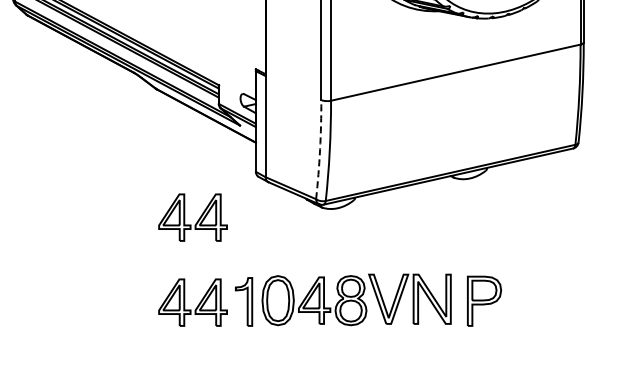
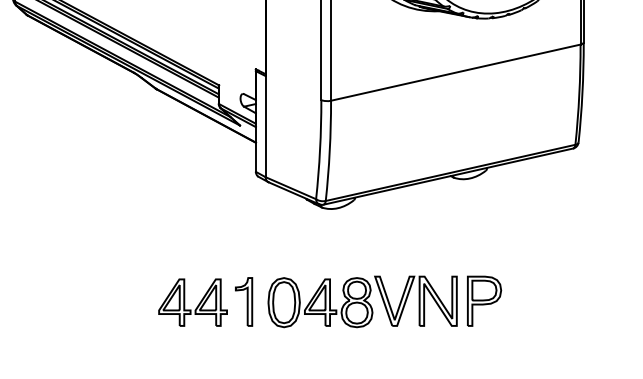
arc at (320, 149): dashed -> solid
part at (192, 217): present -> none
part at (356, 299) position: (356, 299) -> (362, 301)
